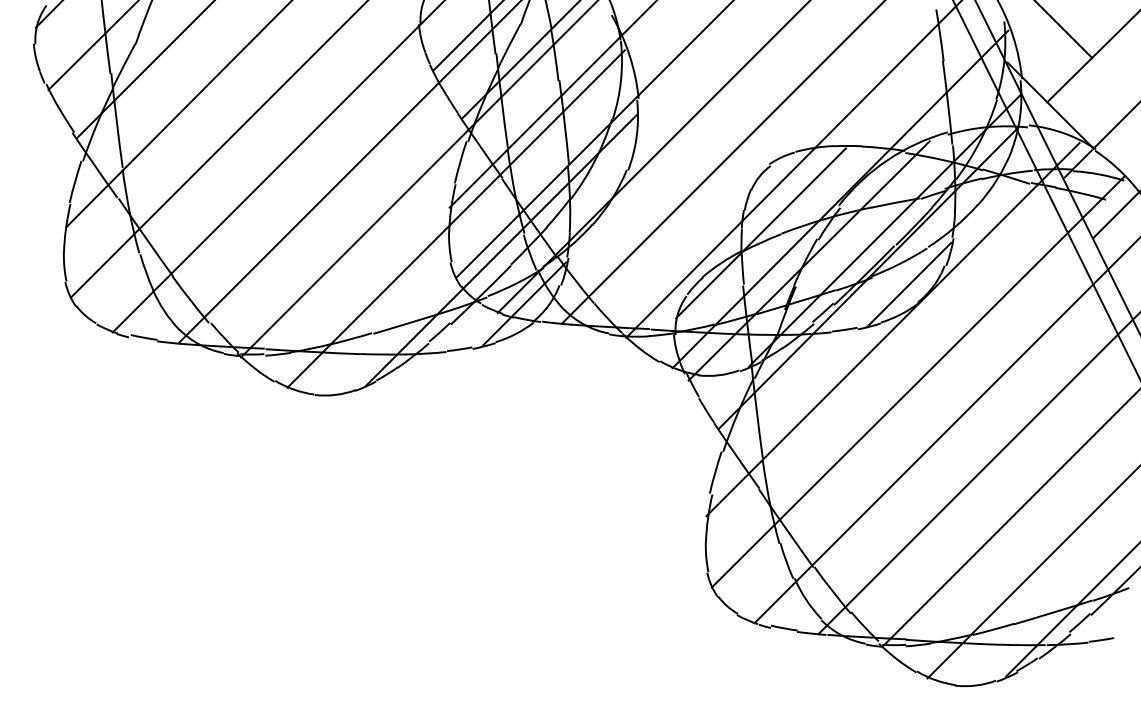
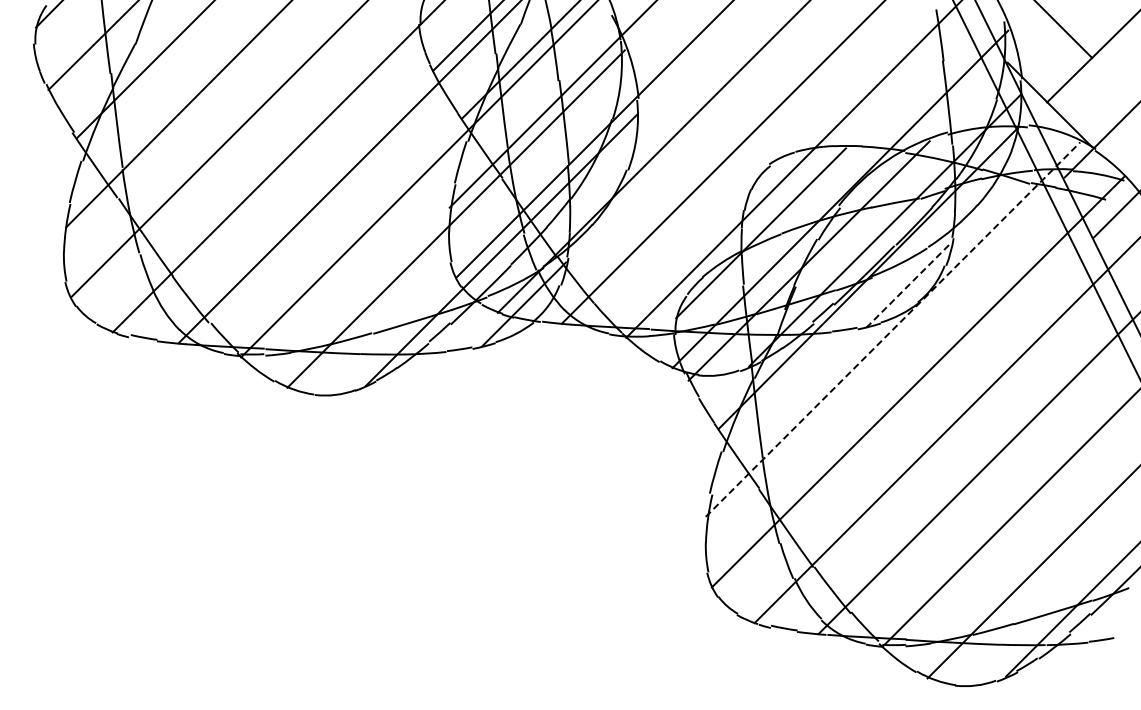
line at (909, 285): solid -> dashed
line at (893, 329): solid -> dashed
